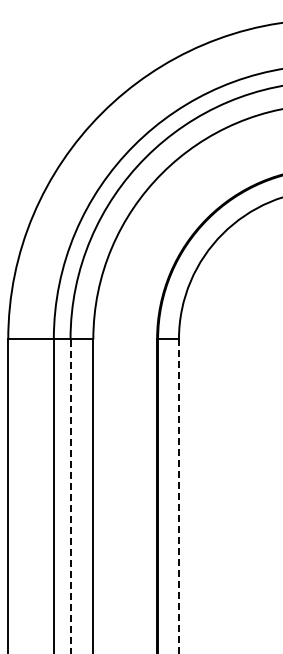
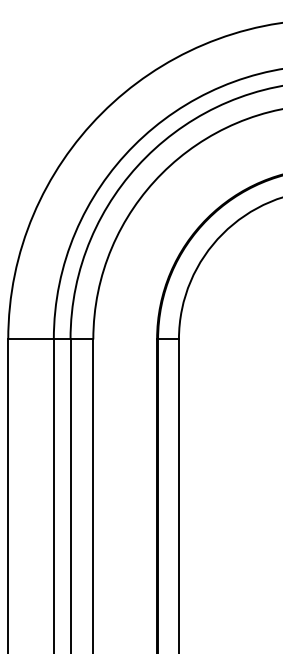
line at (70, 496): dashed -> solid
line at (178, 496): dashed -> solid
